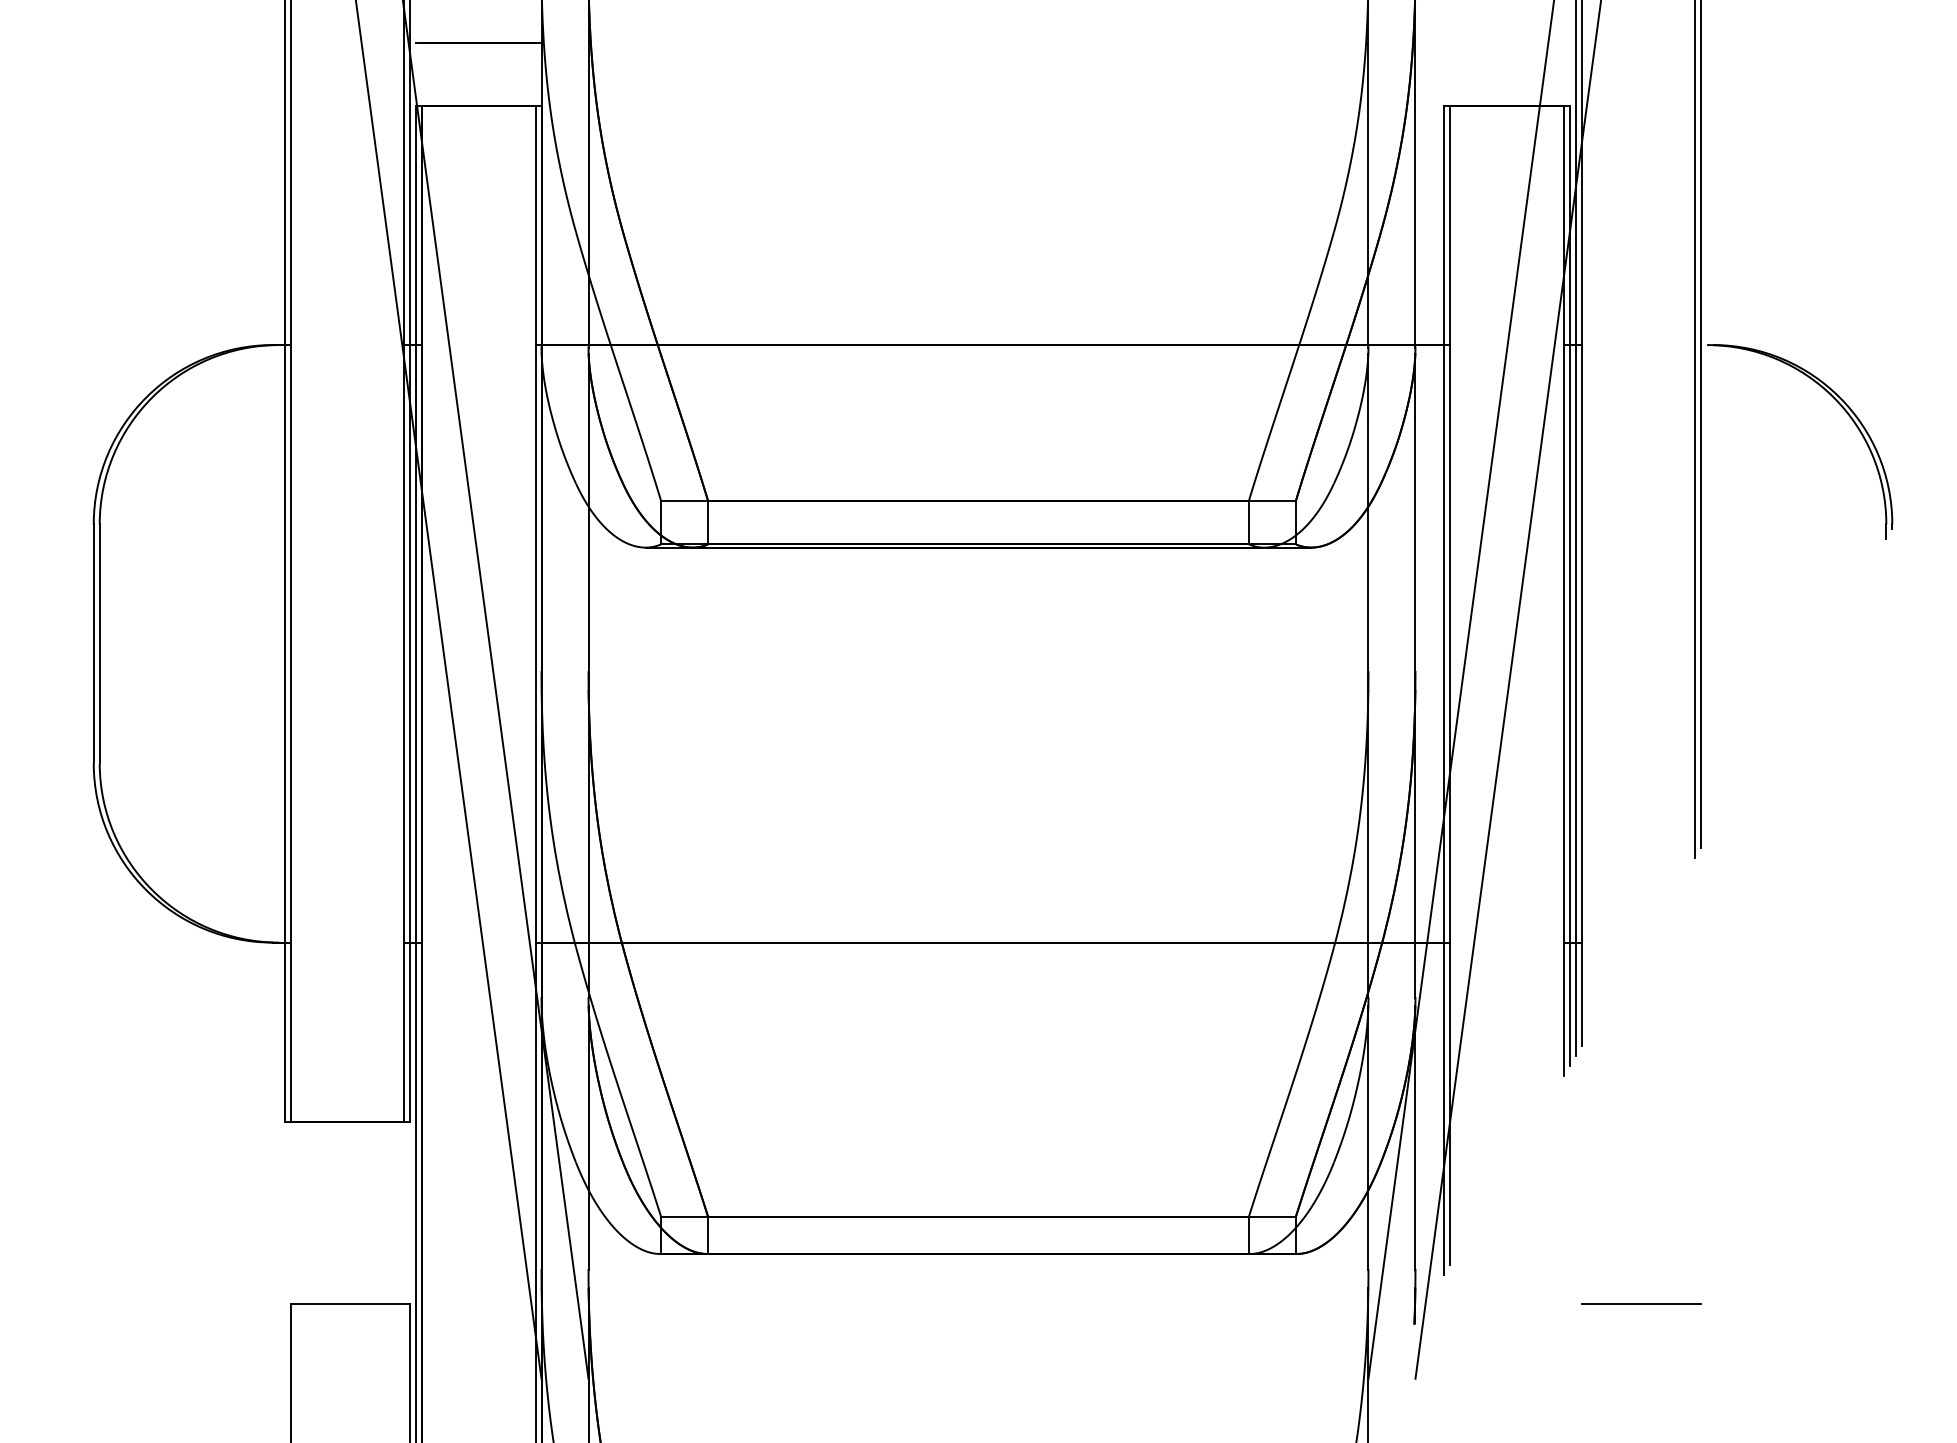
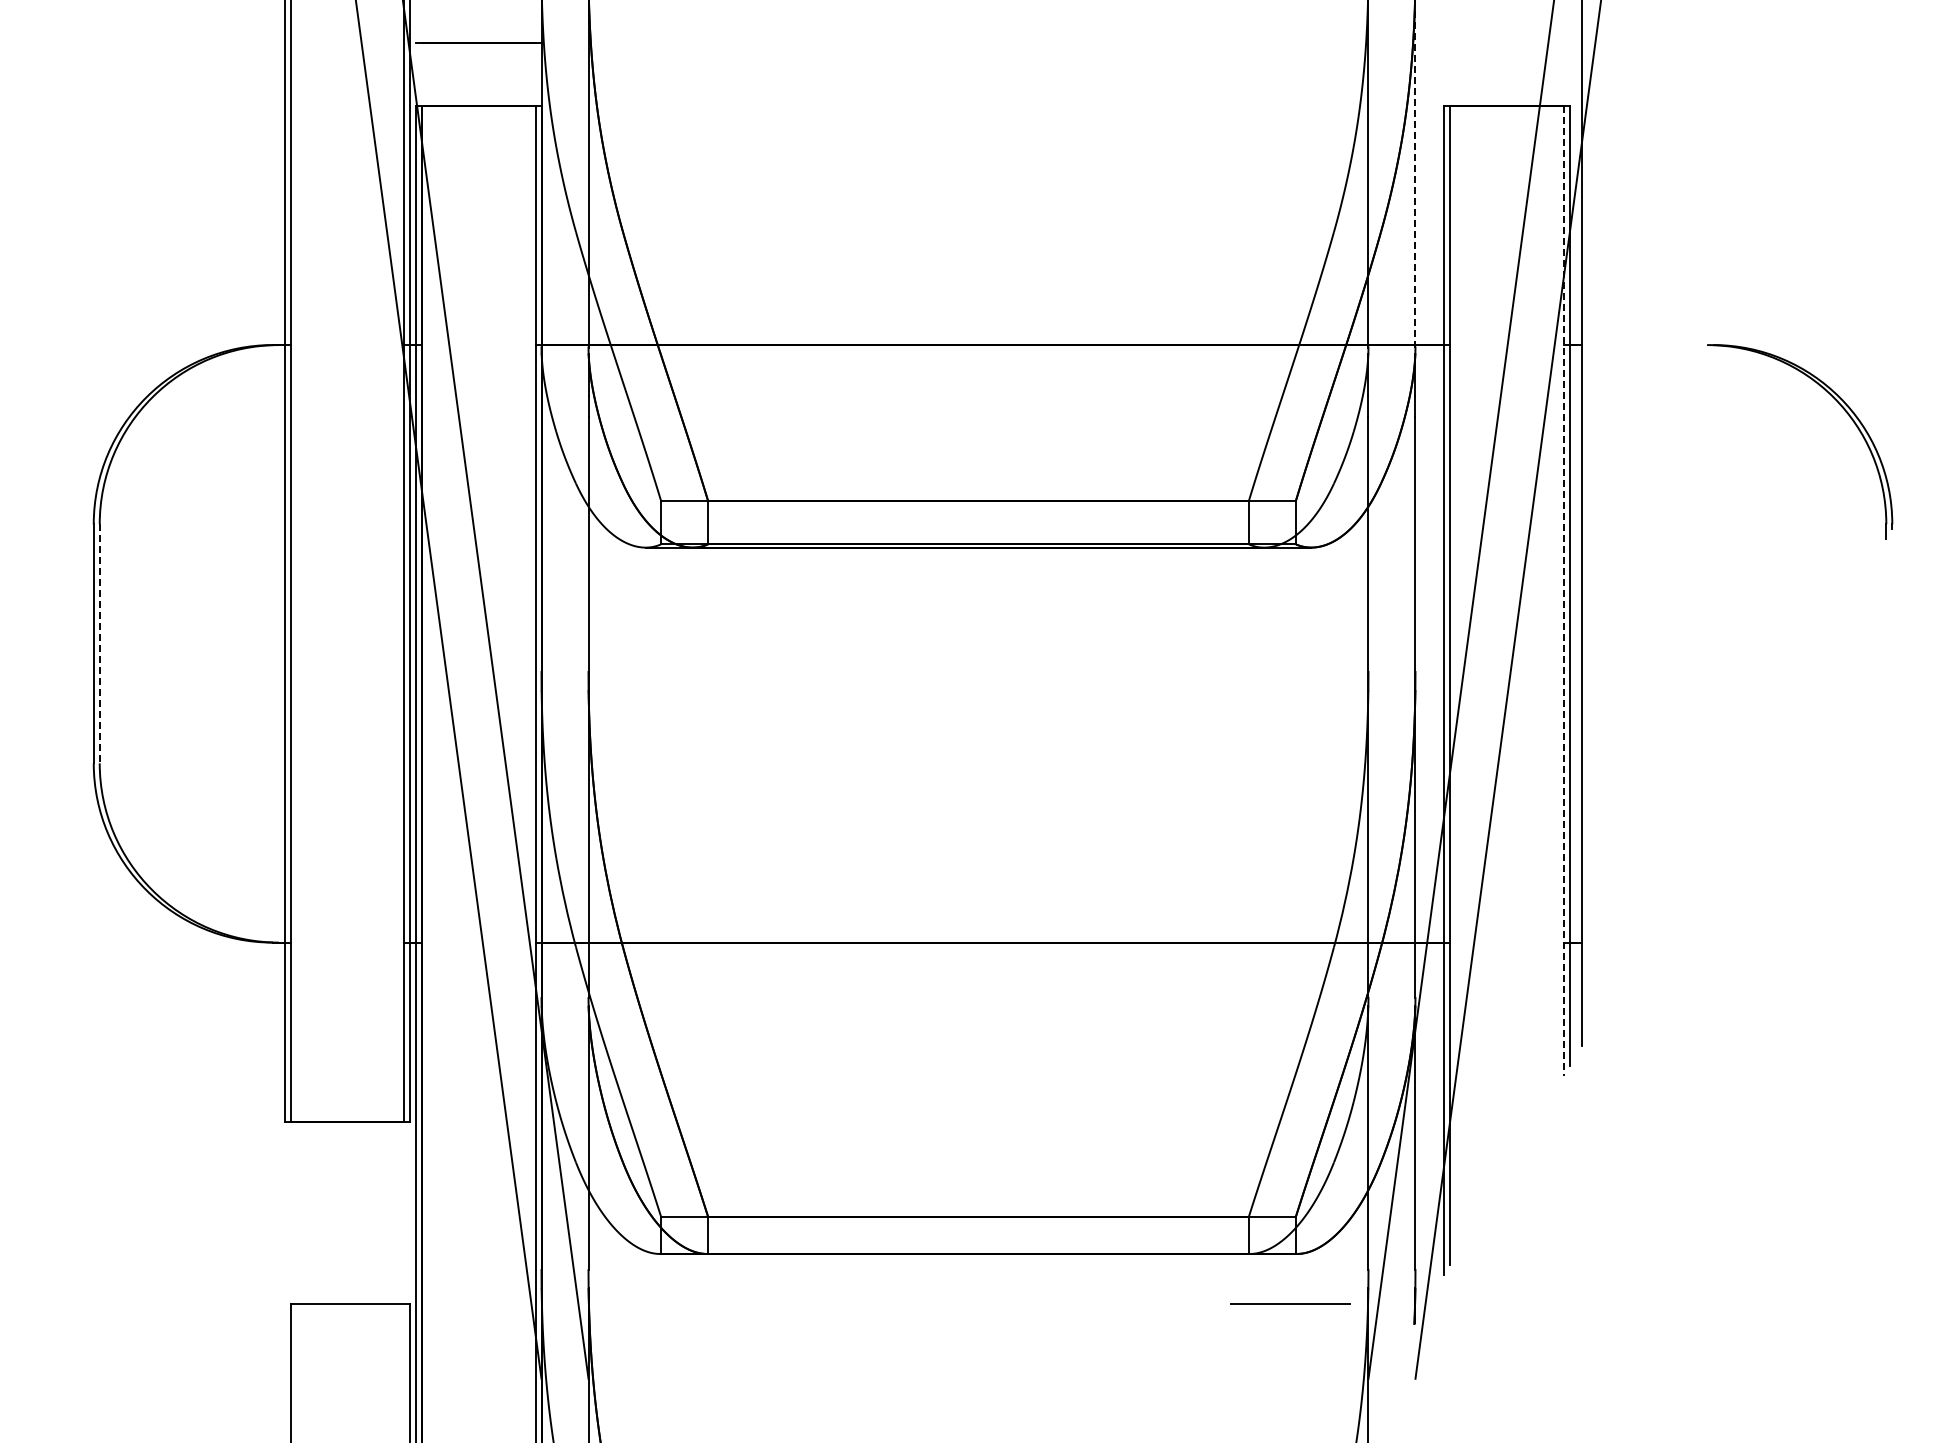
line at (1415, 173): solid -> dashed
line at (1701, 424): present -> none
line at (1695, 429): present -> none
line at (1575, 529): present -> none
line at (1563, 591): solid -> dashed
line at (99, 643): solid -> dashed
line at (1641, 1303) position: (1641, 1303) -> (1290, 1303)
